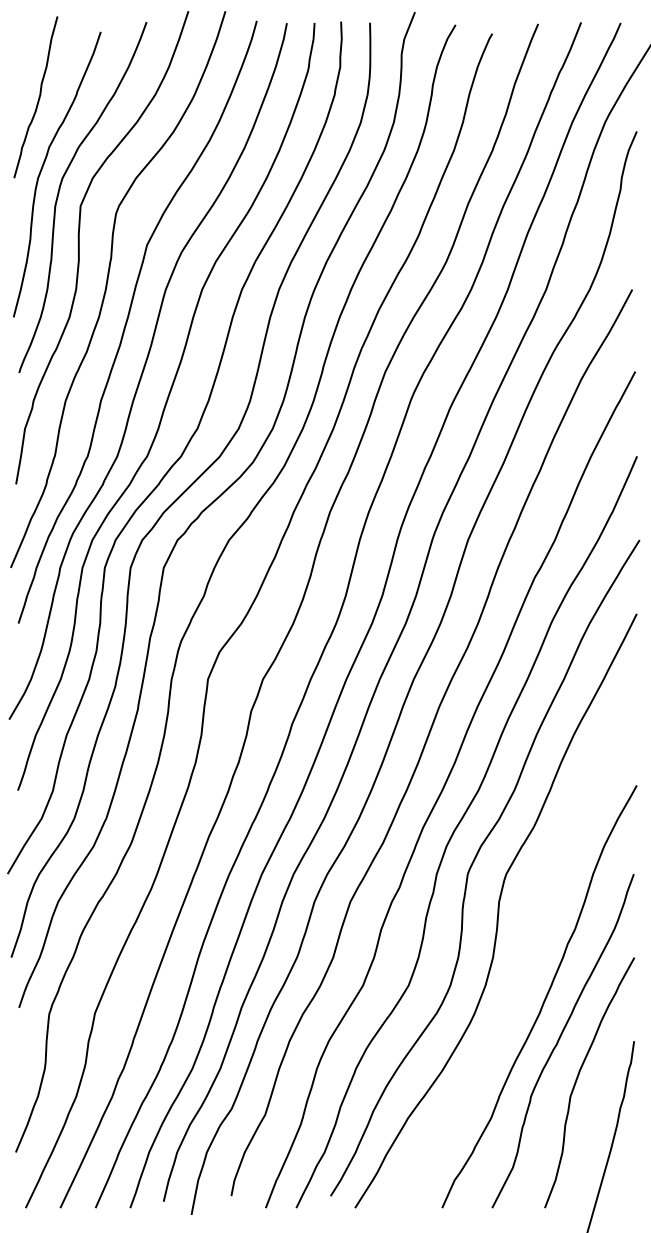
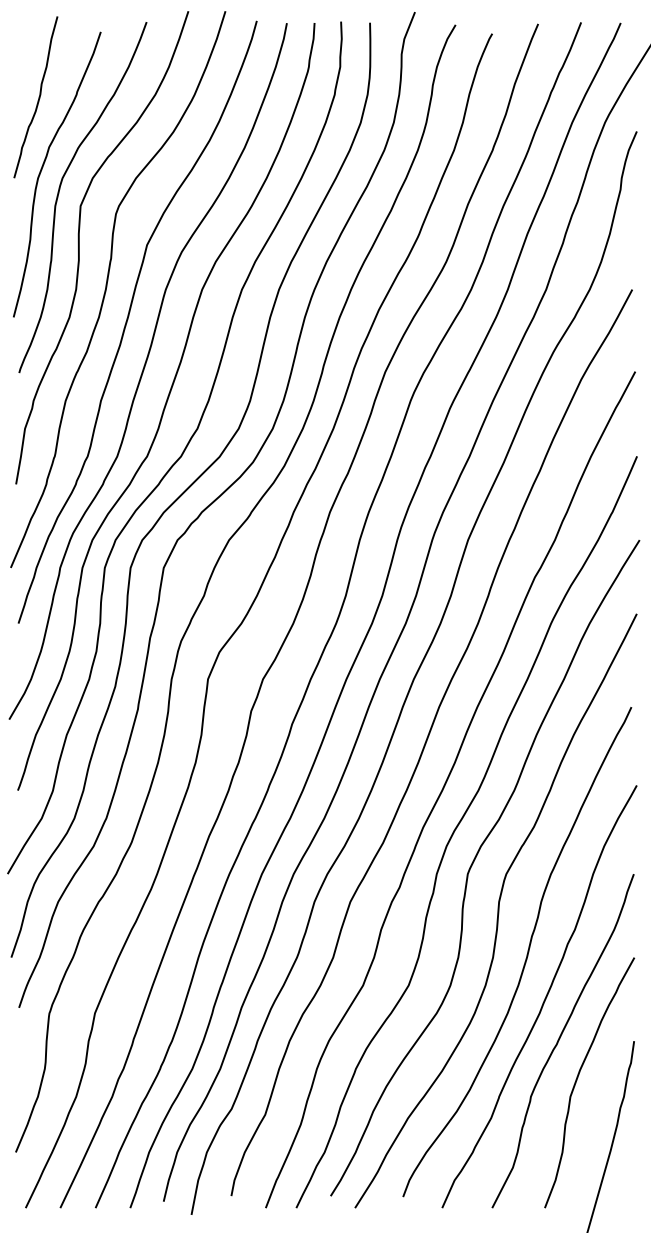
curve at (526, 954): none -> present
